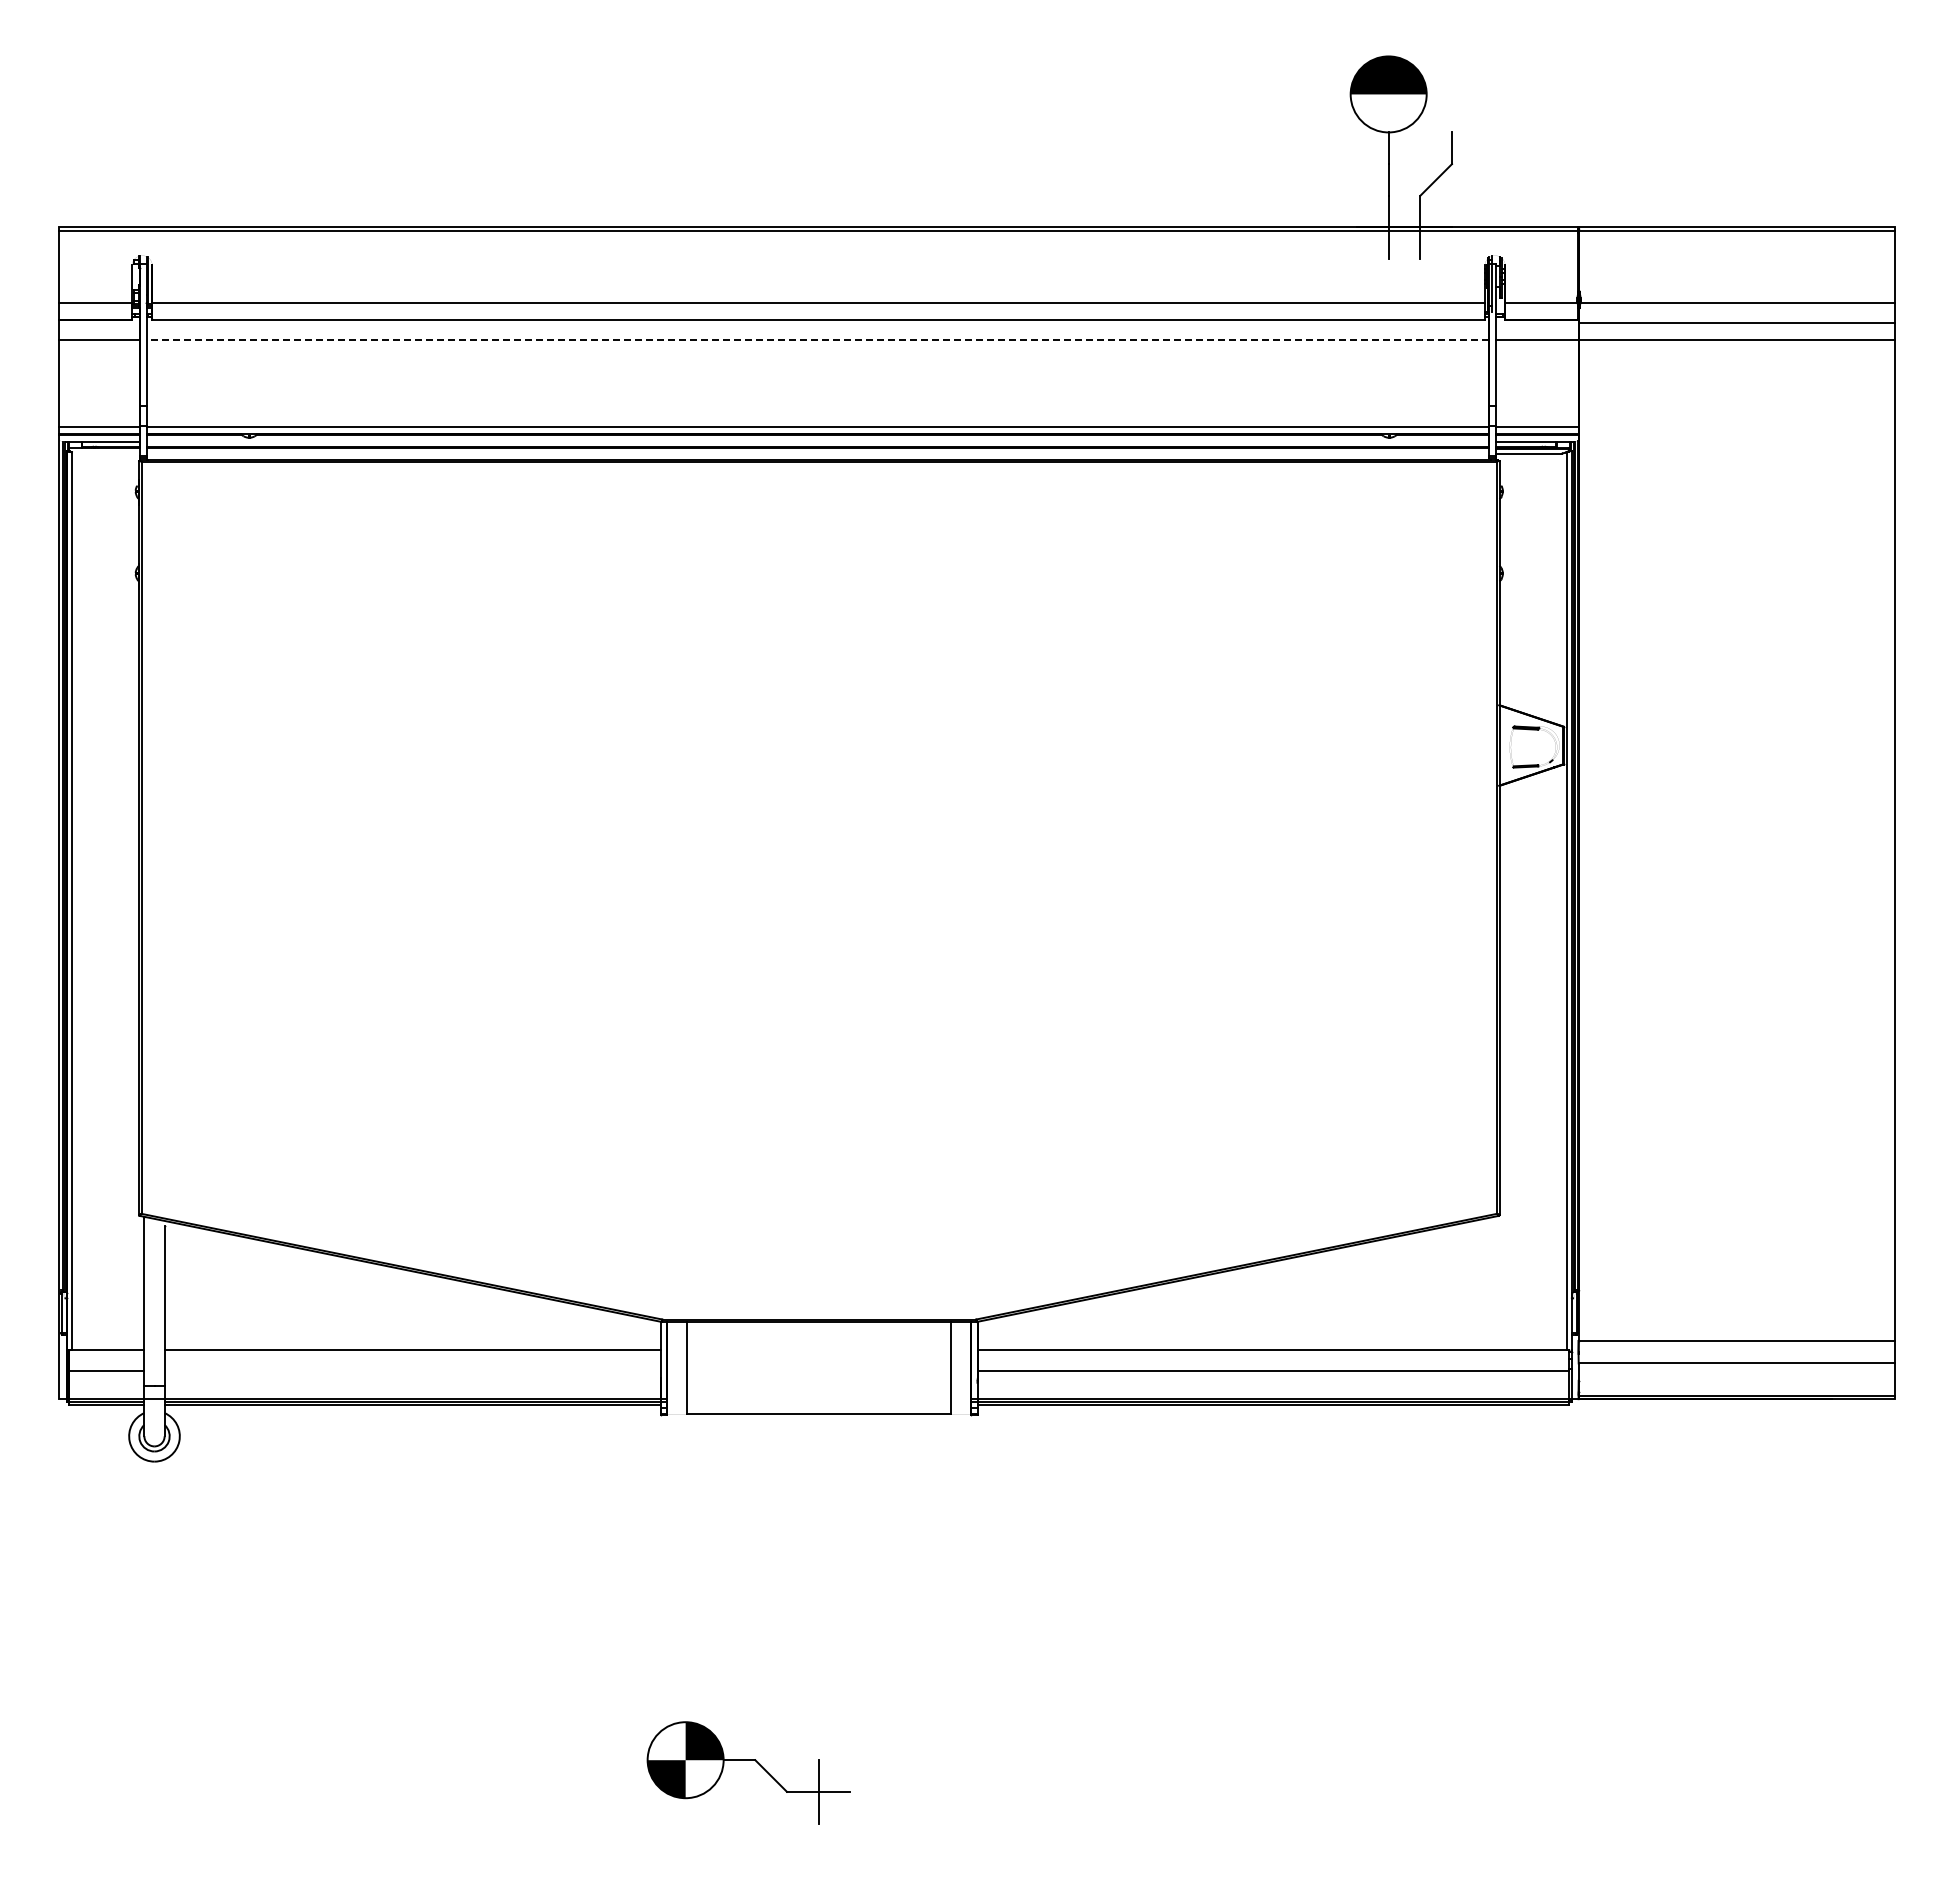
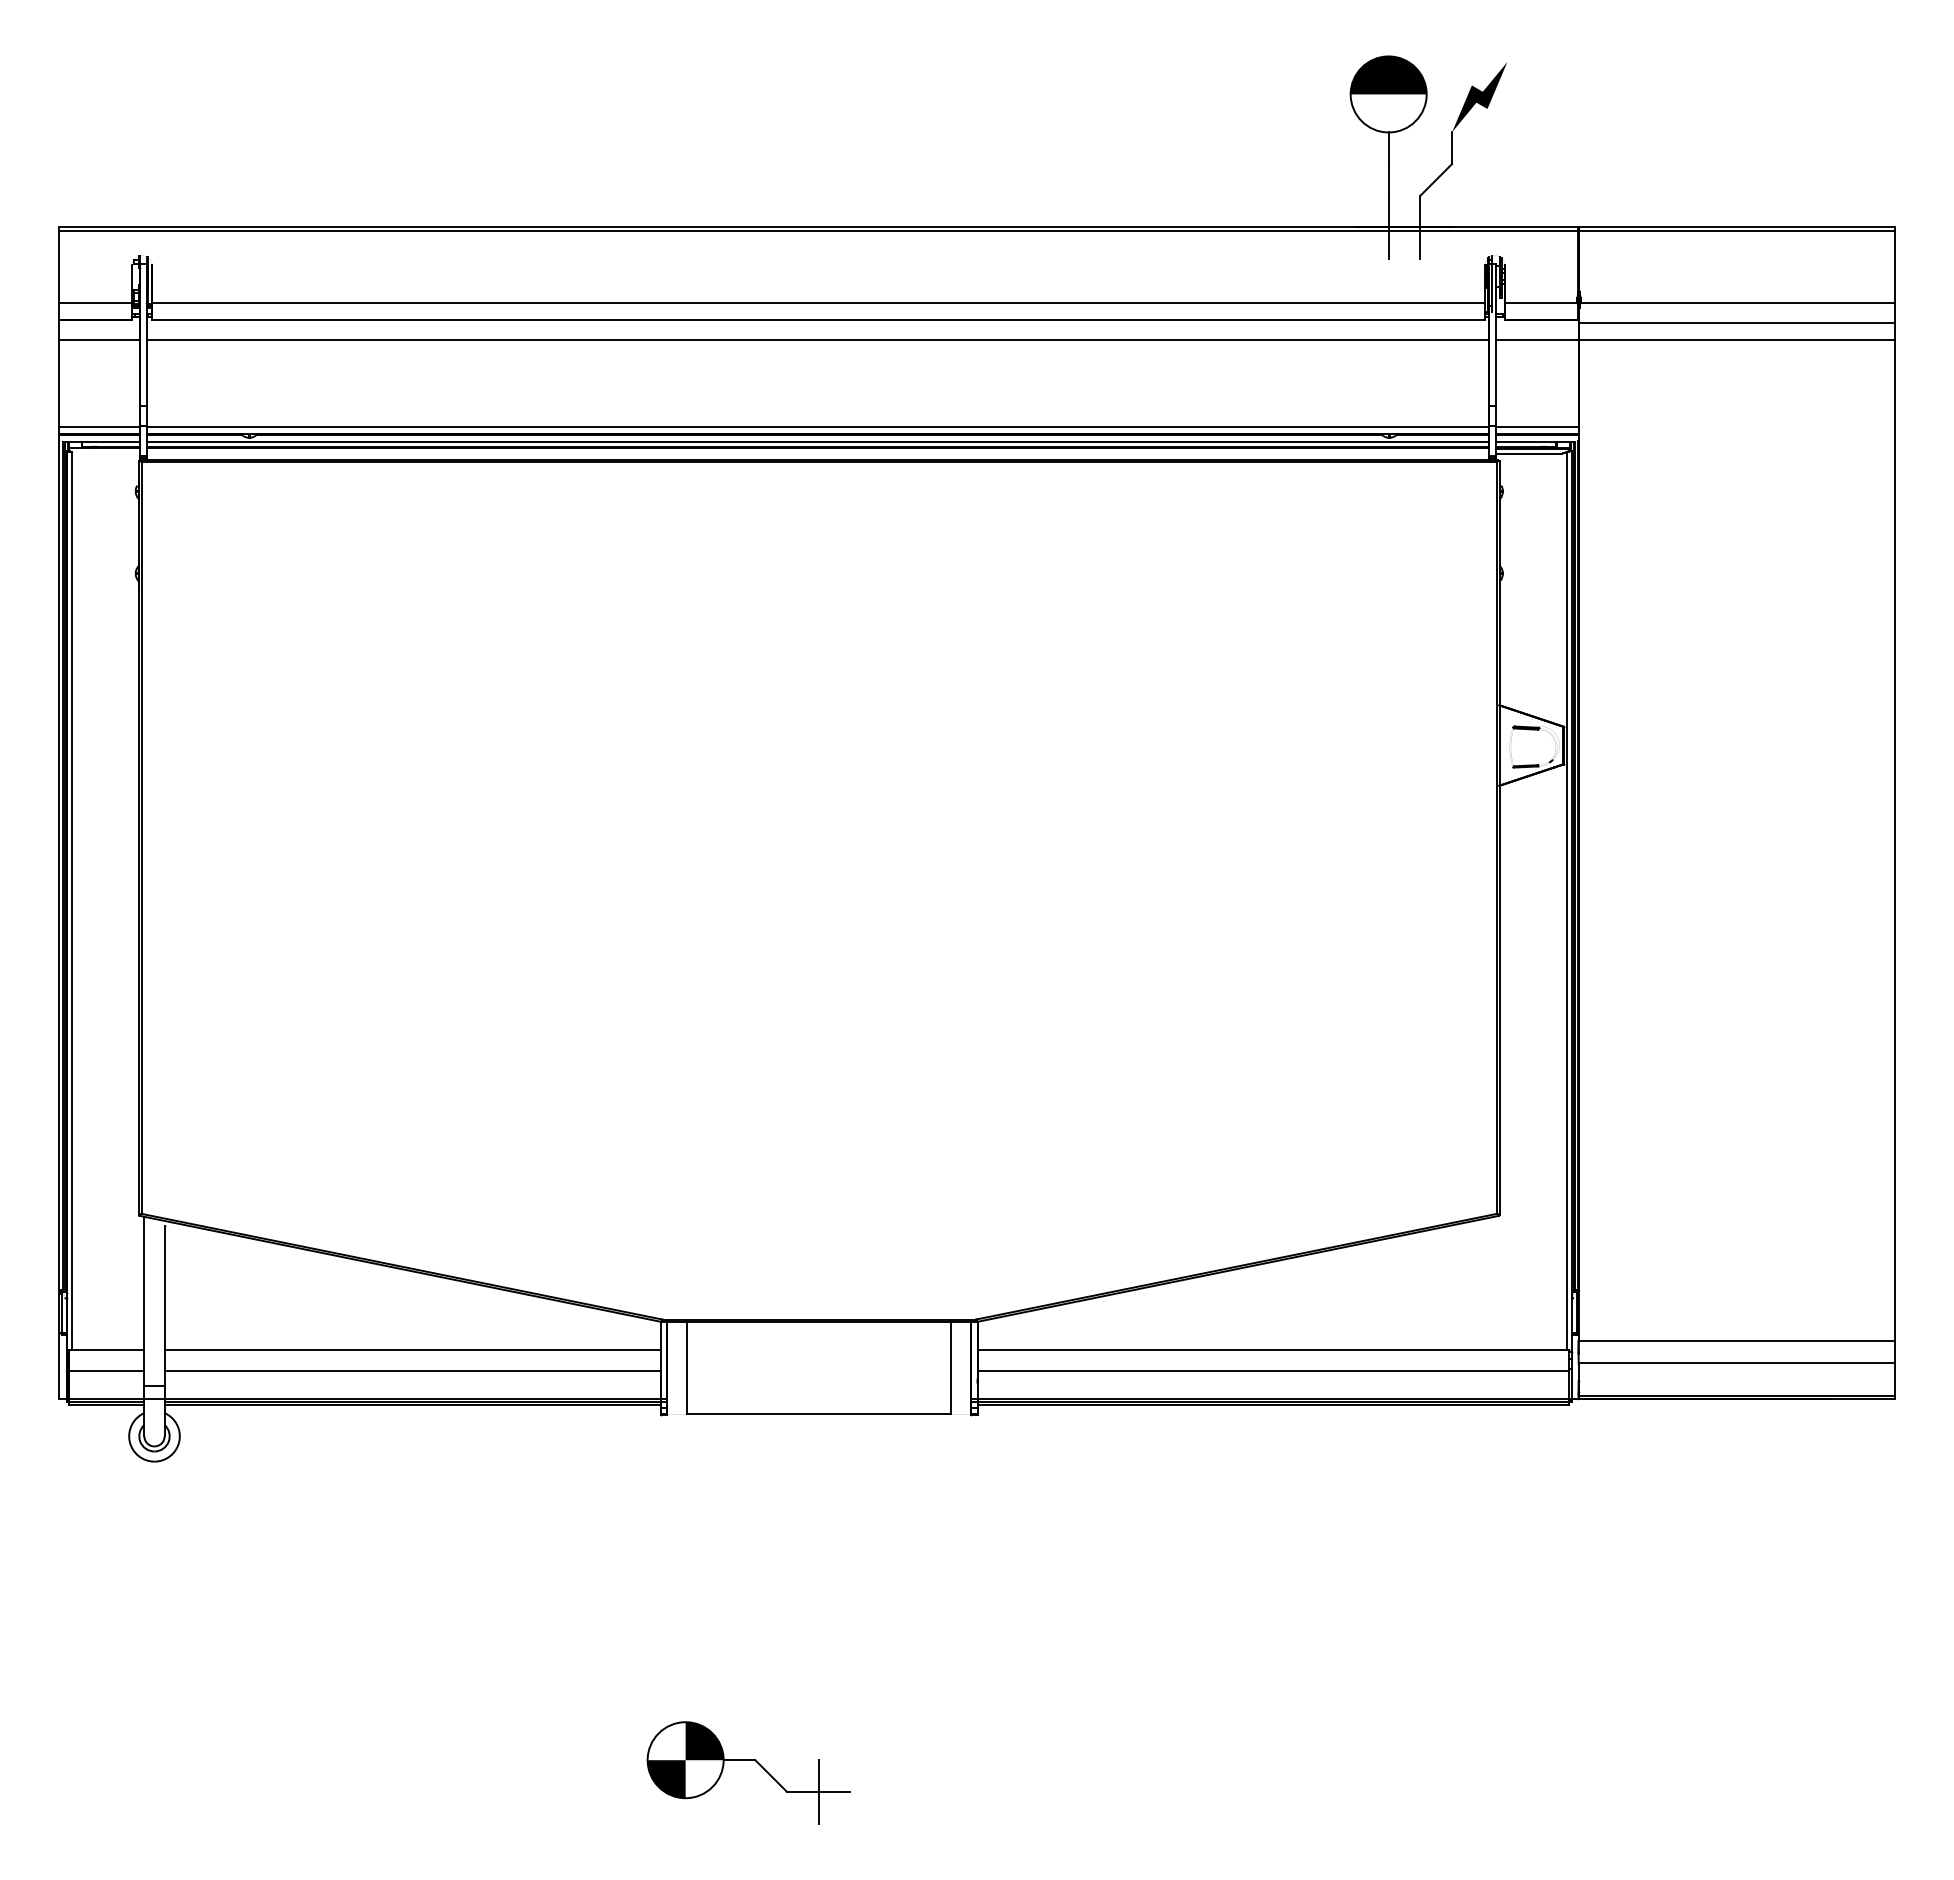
fill at (1479, 97): none -> present
line at (817, 339): dashed -> solid
line at (817, 441): none -> present
line at (412, 1371): none -> present
